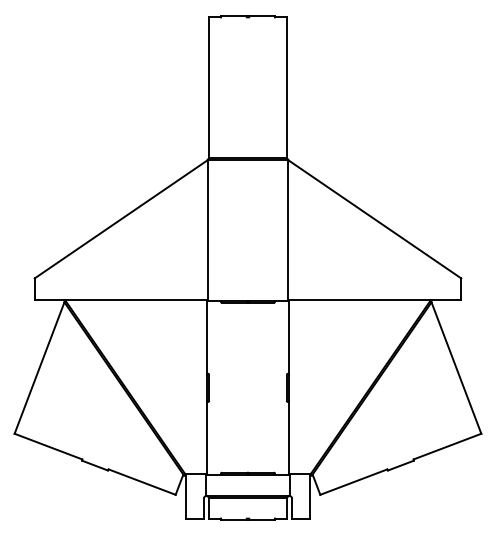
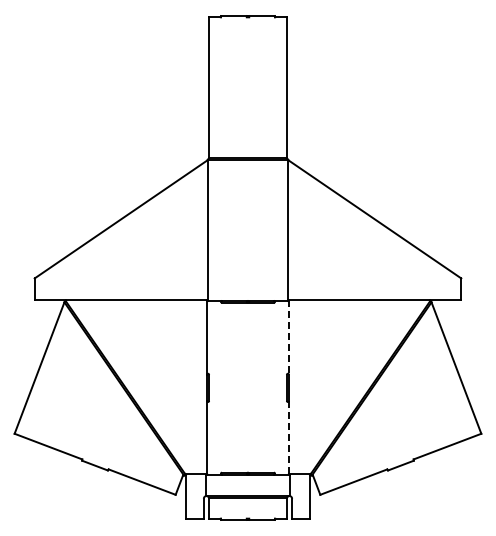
line at (289, 338): solid -> dashed
line at (289, 437): solid -> dashed
